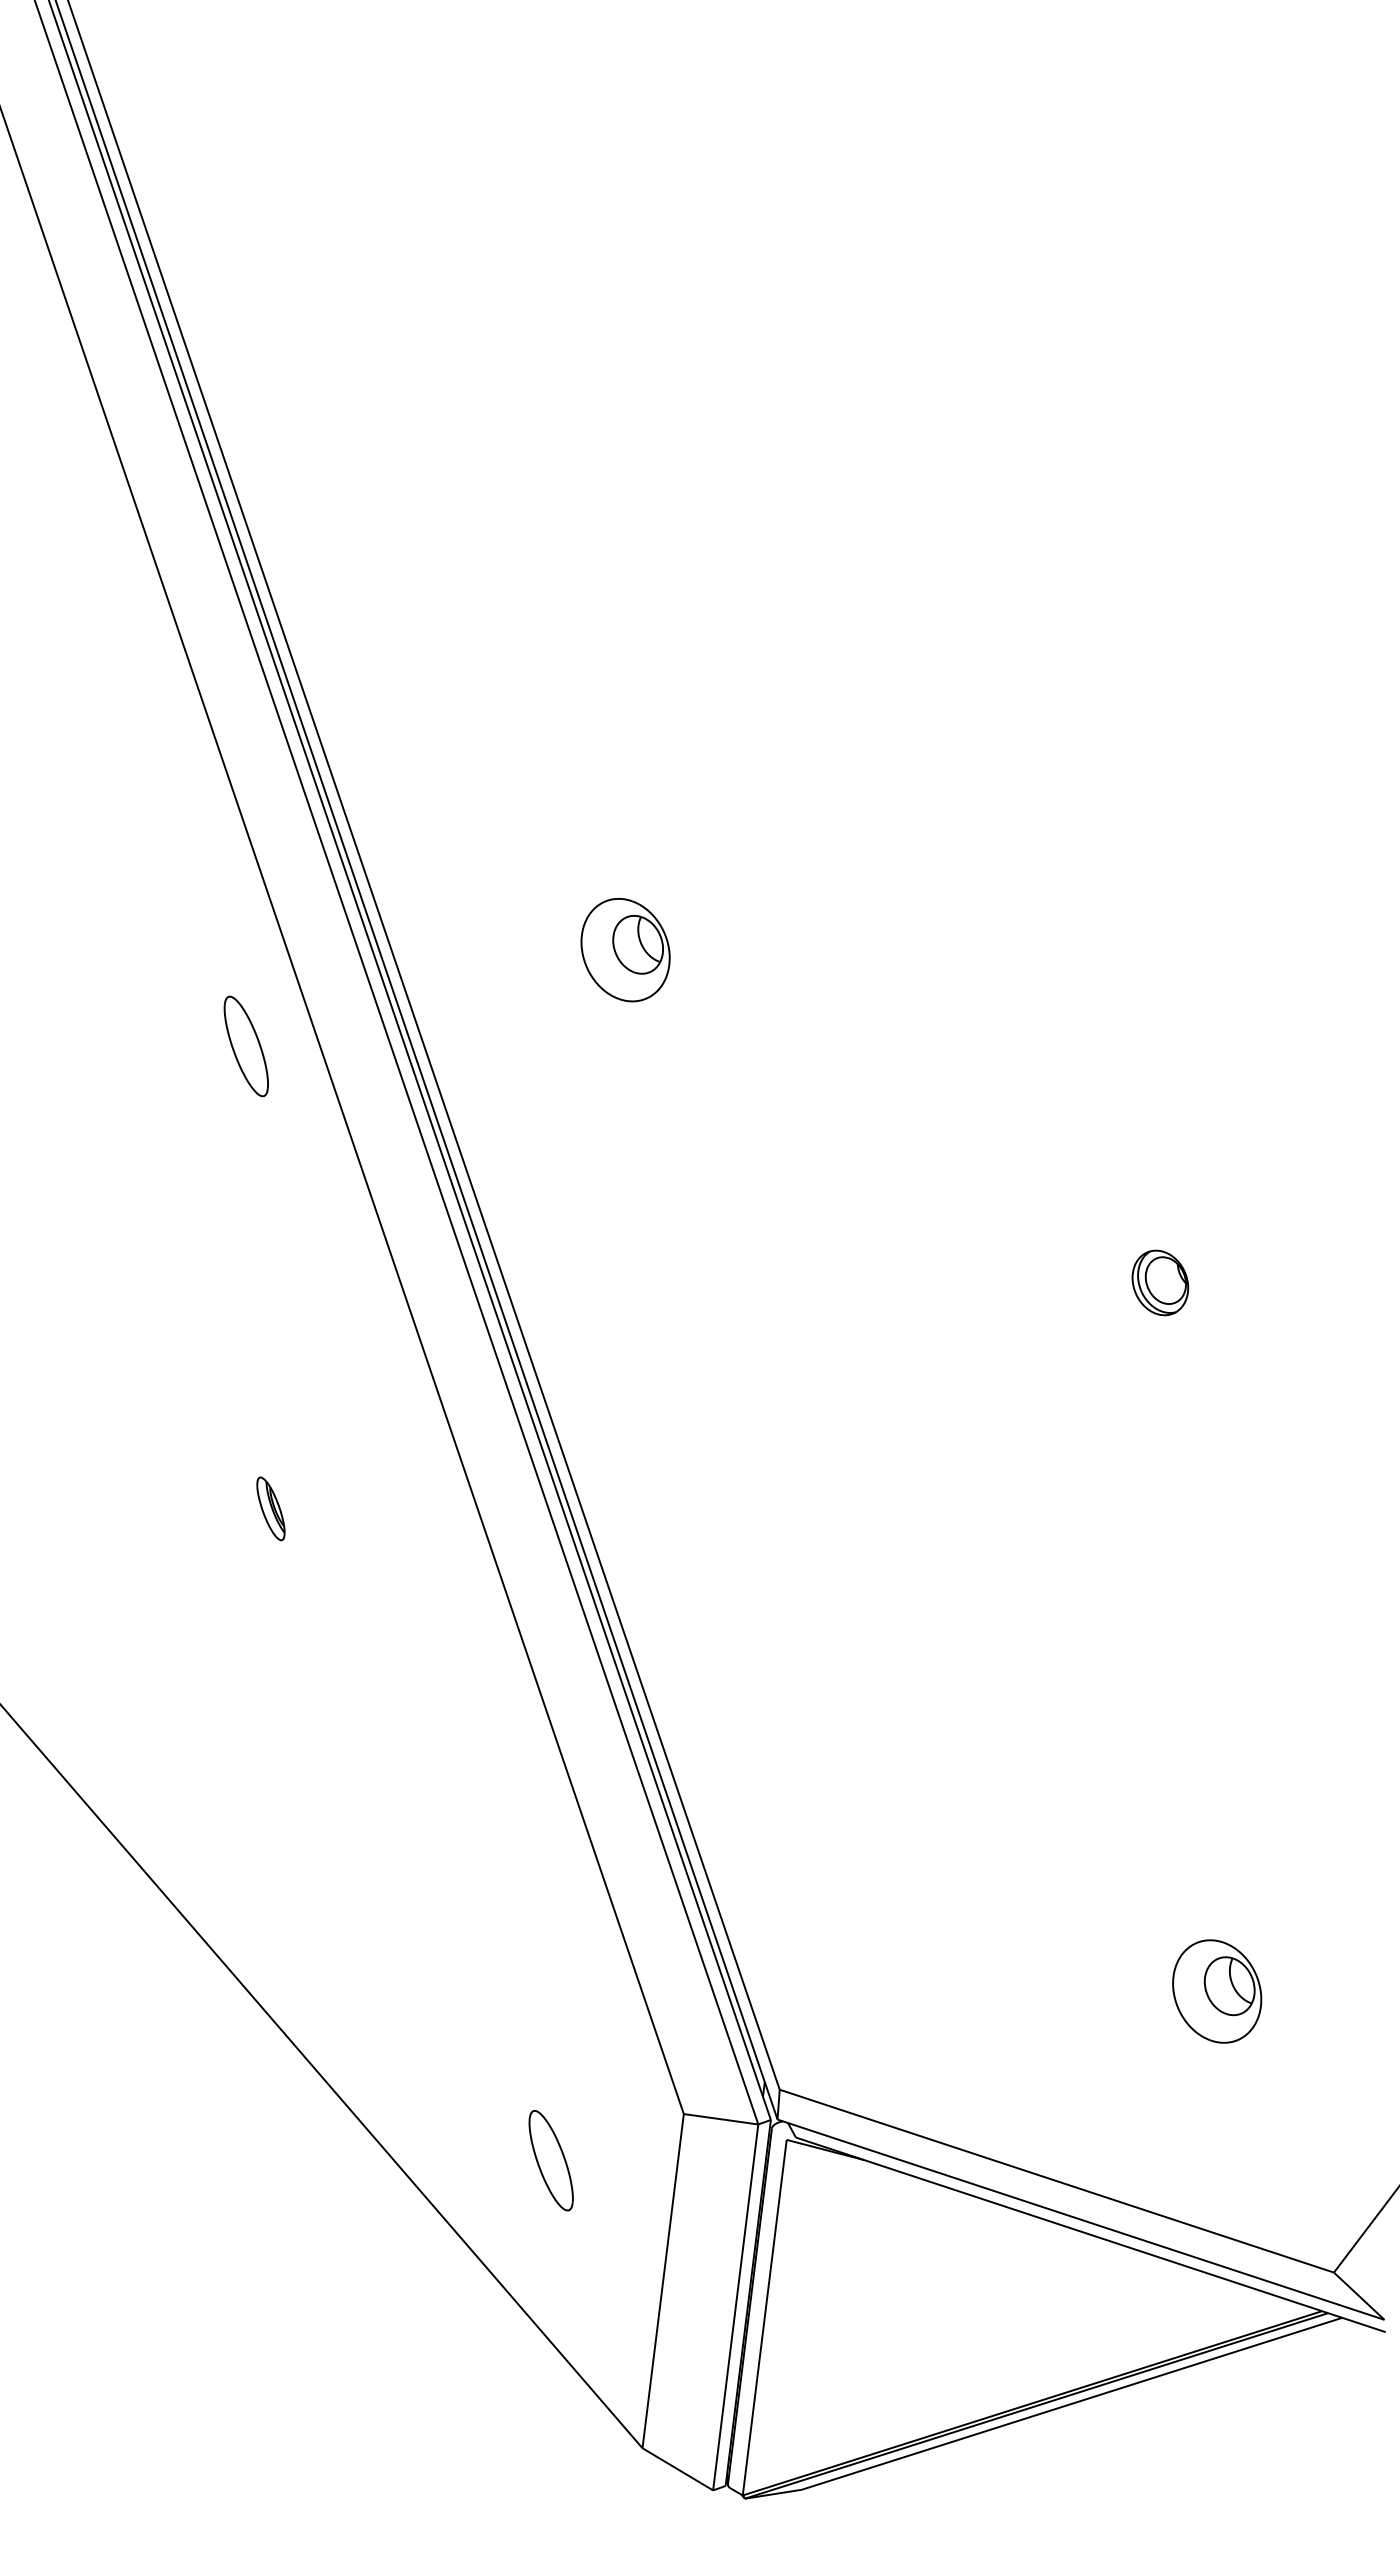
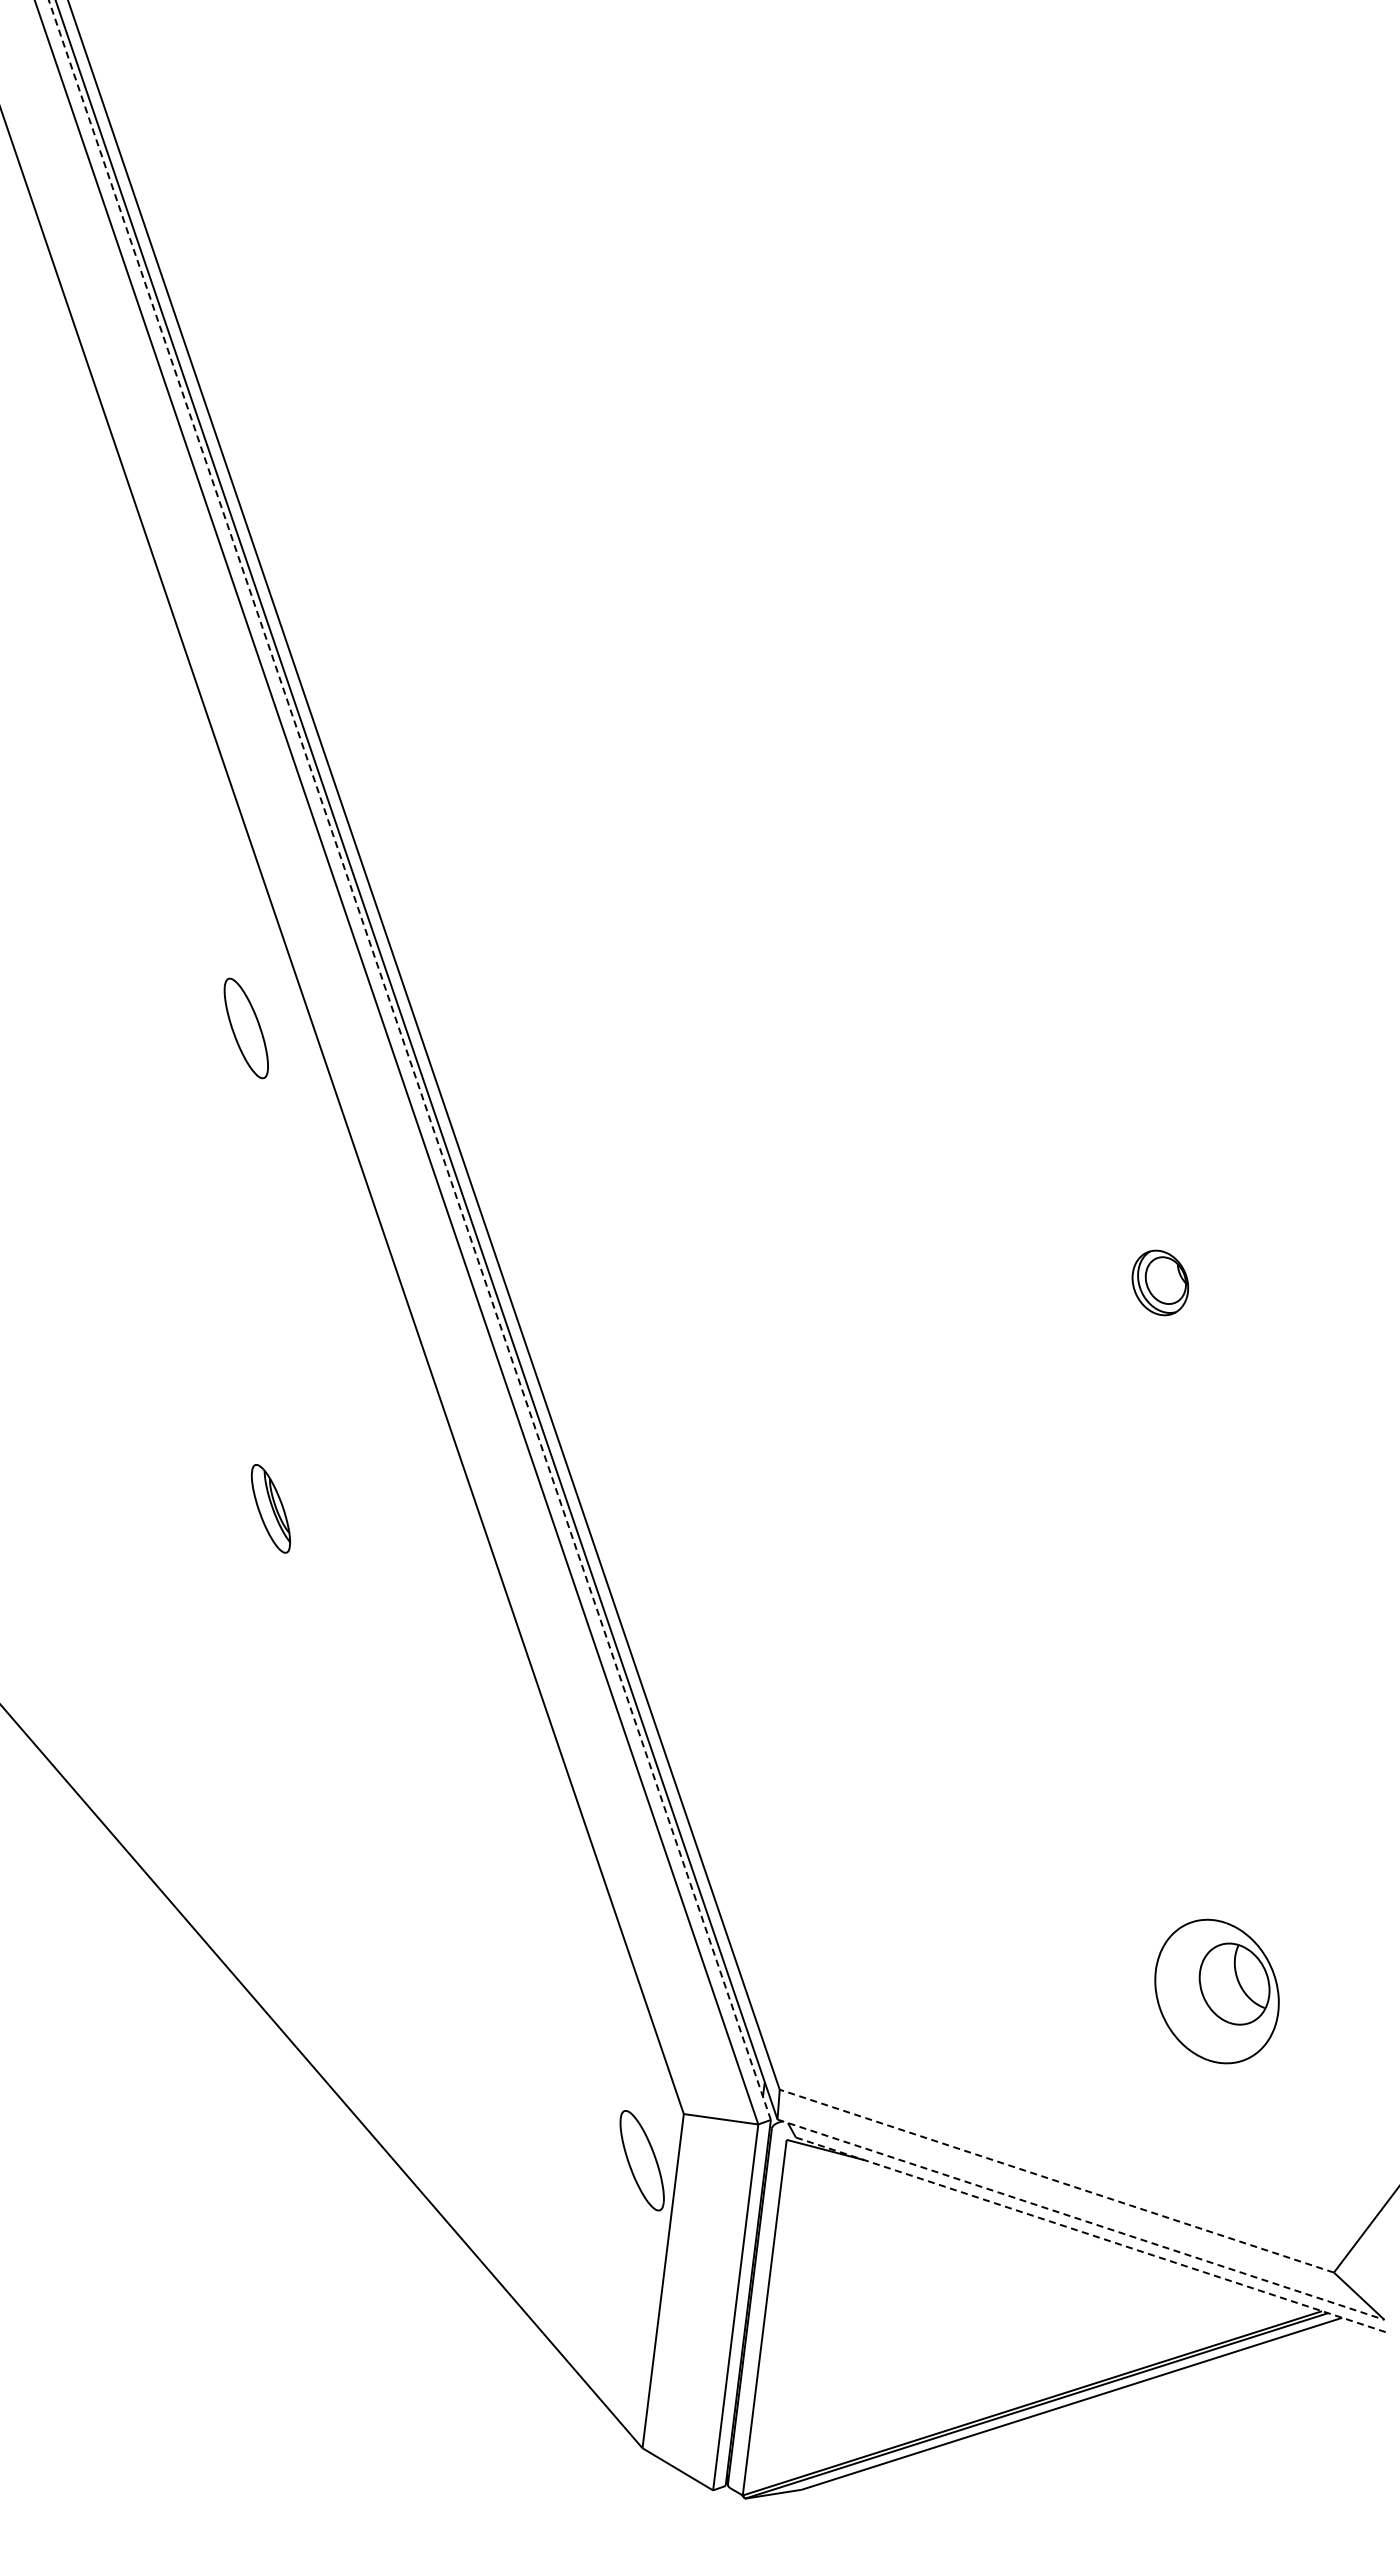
part at (625, 950): present -> none
part at (245, 1046) position: (245, 1046) -> (245, 1028)
line at (409, 1059): solid -> dashed
part at (270, 1508) size: 30x66 px -> 41x90 px
part at (1217, 1991) size: 91x105 px -> 126x147 px
part at (550, 2160) position: (550, 2160) -> (641, 2160)
line at (1056, 2181): solid -> dashed
line at (1081, 2219): solid -> dashed
line at (1090, 2234): solid -> dashed
